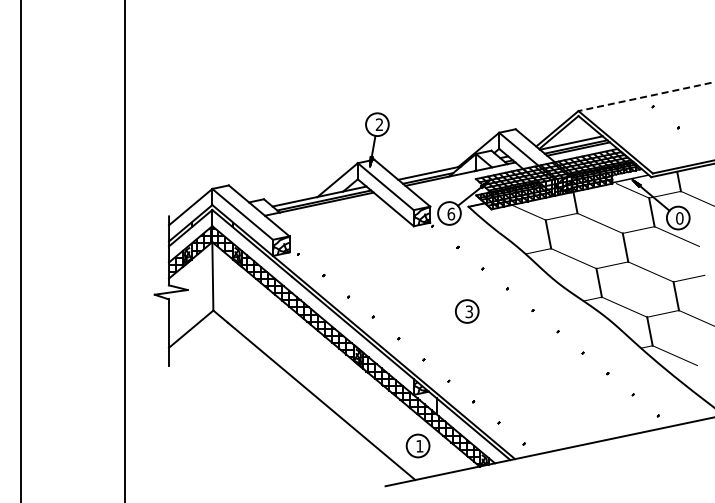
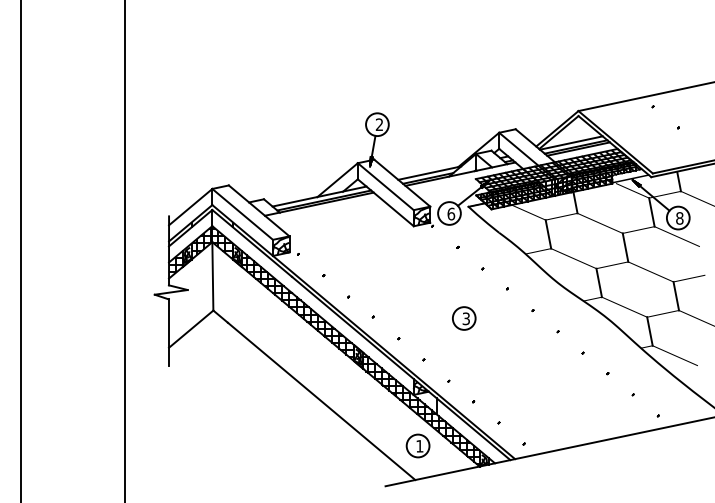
line at (645, 96): dashed -> solid
text at (679, 218): 0 -> 8
part at (467, 311) position: (467, 311) -> (464, 318)
